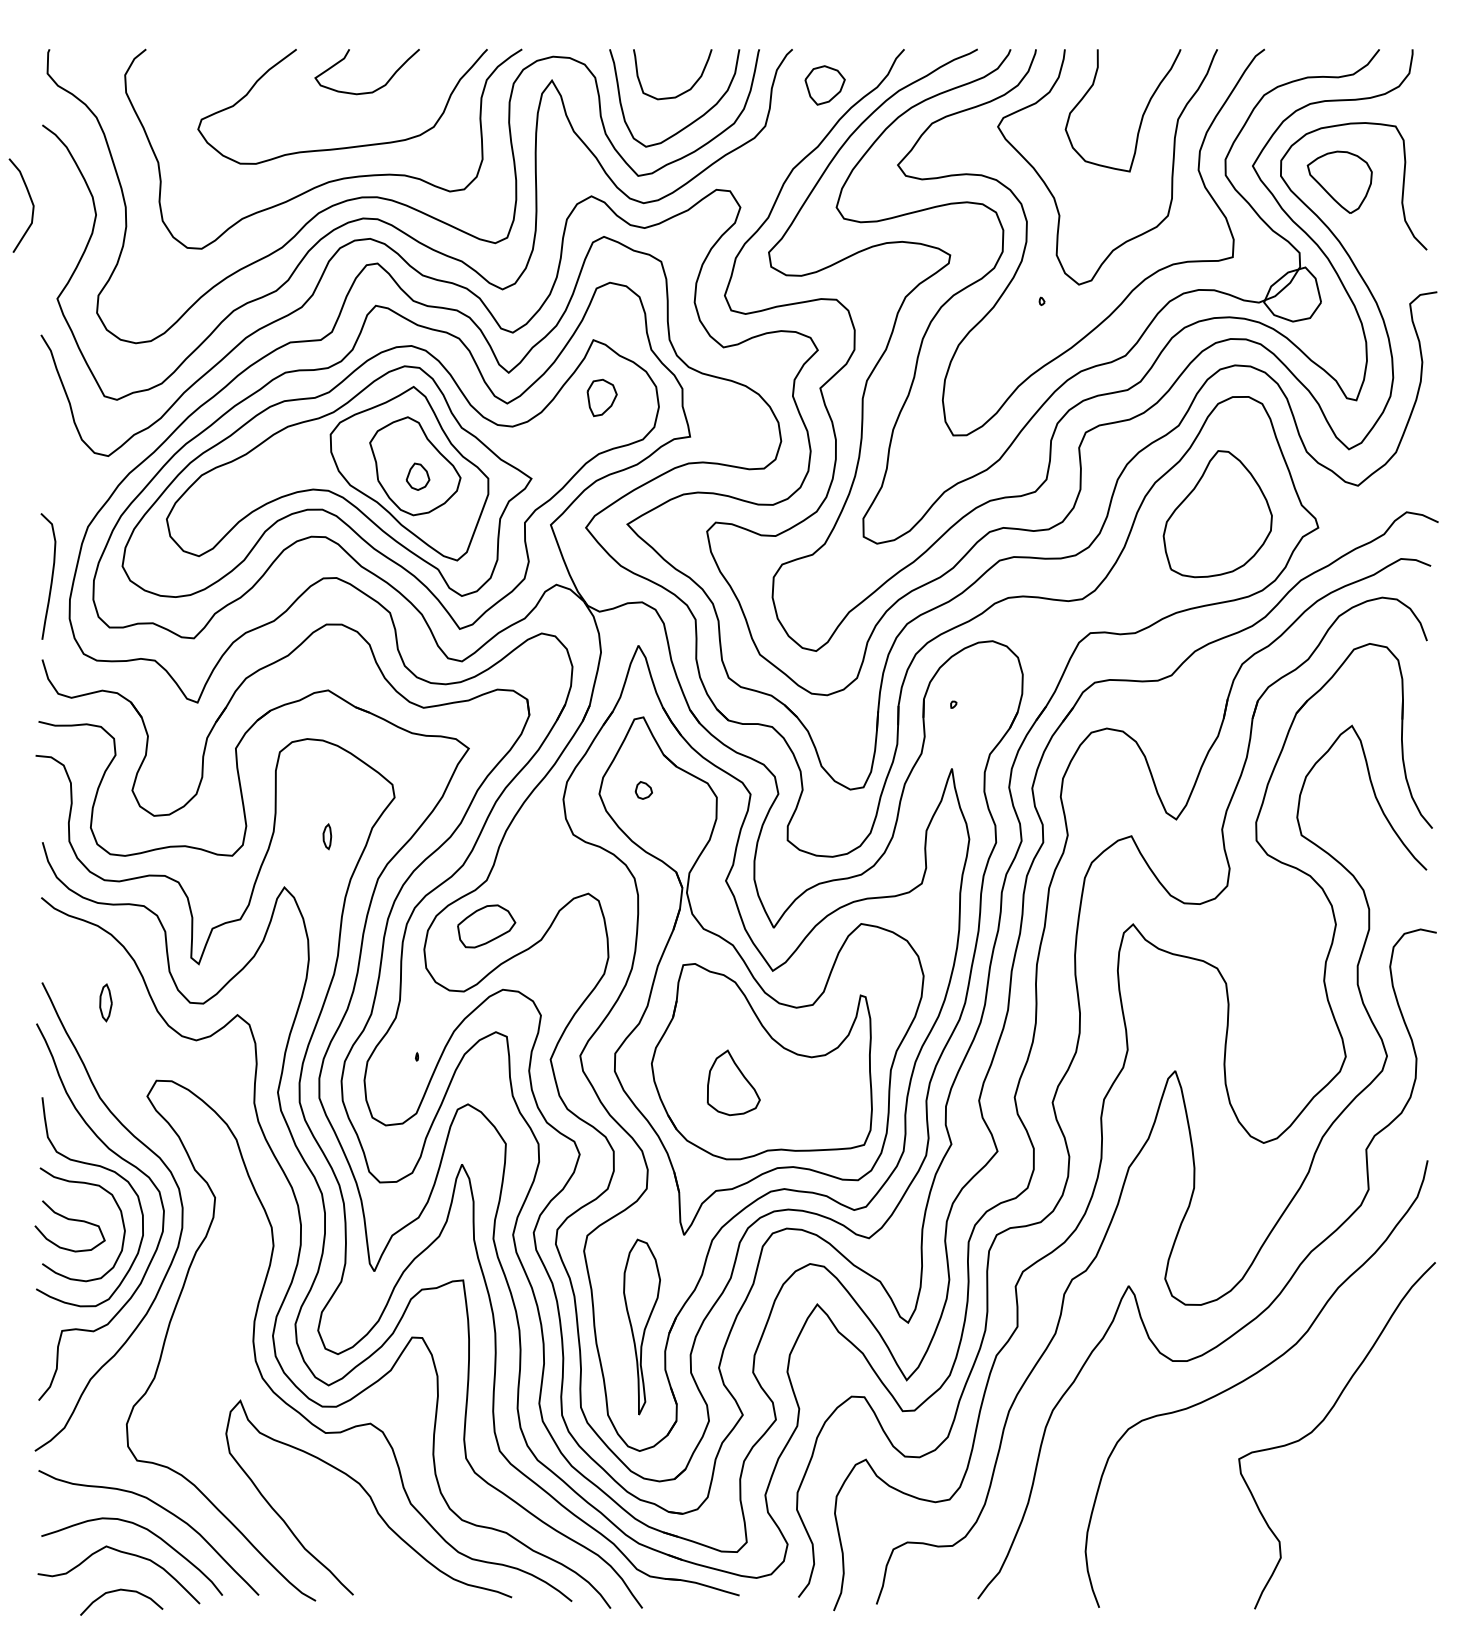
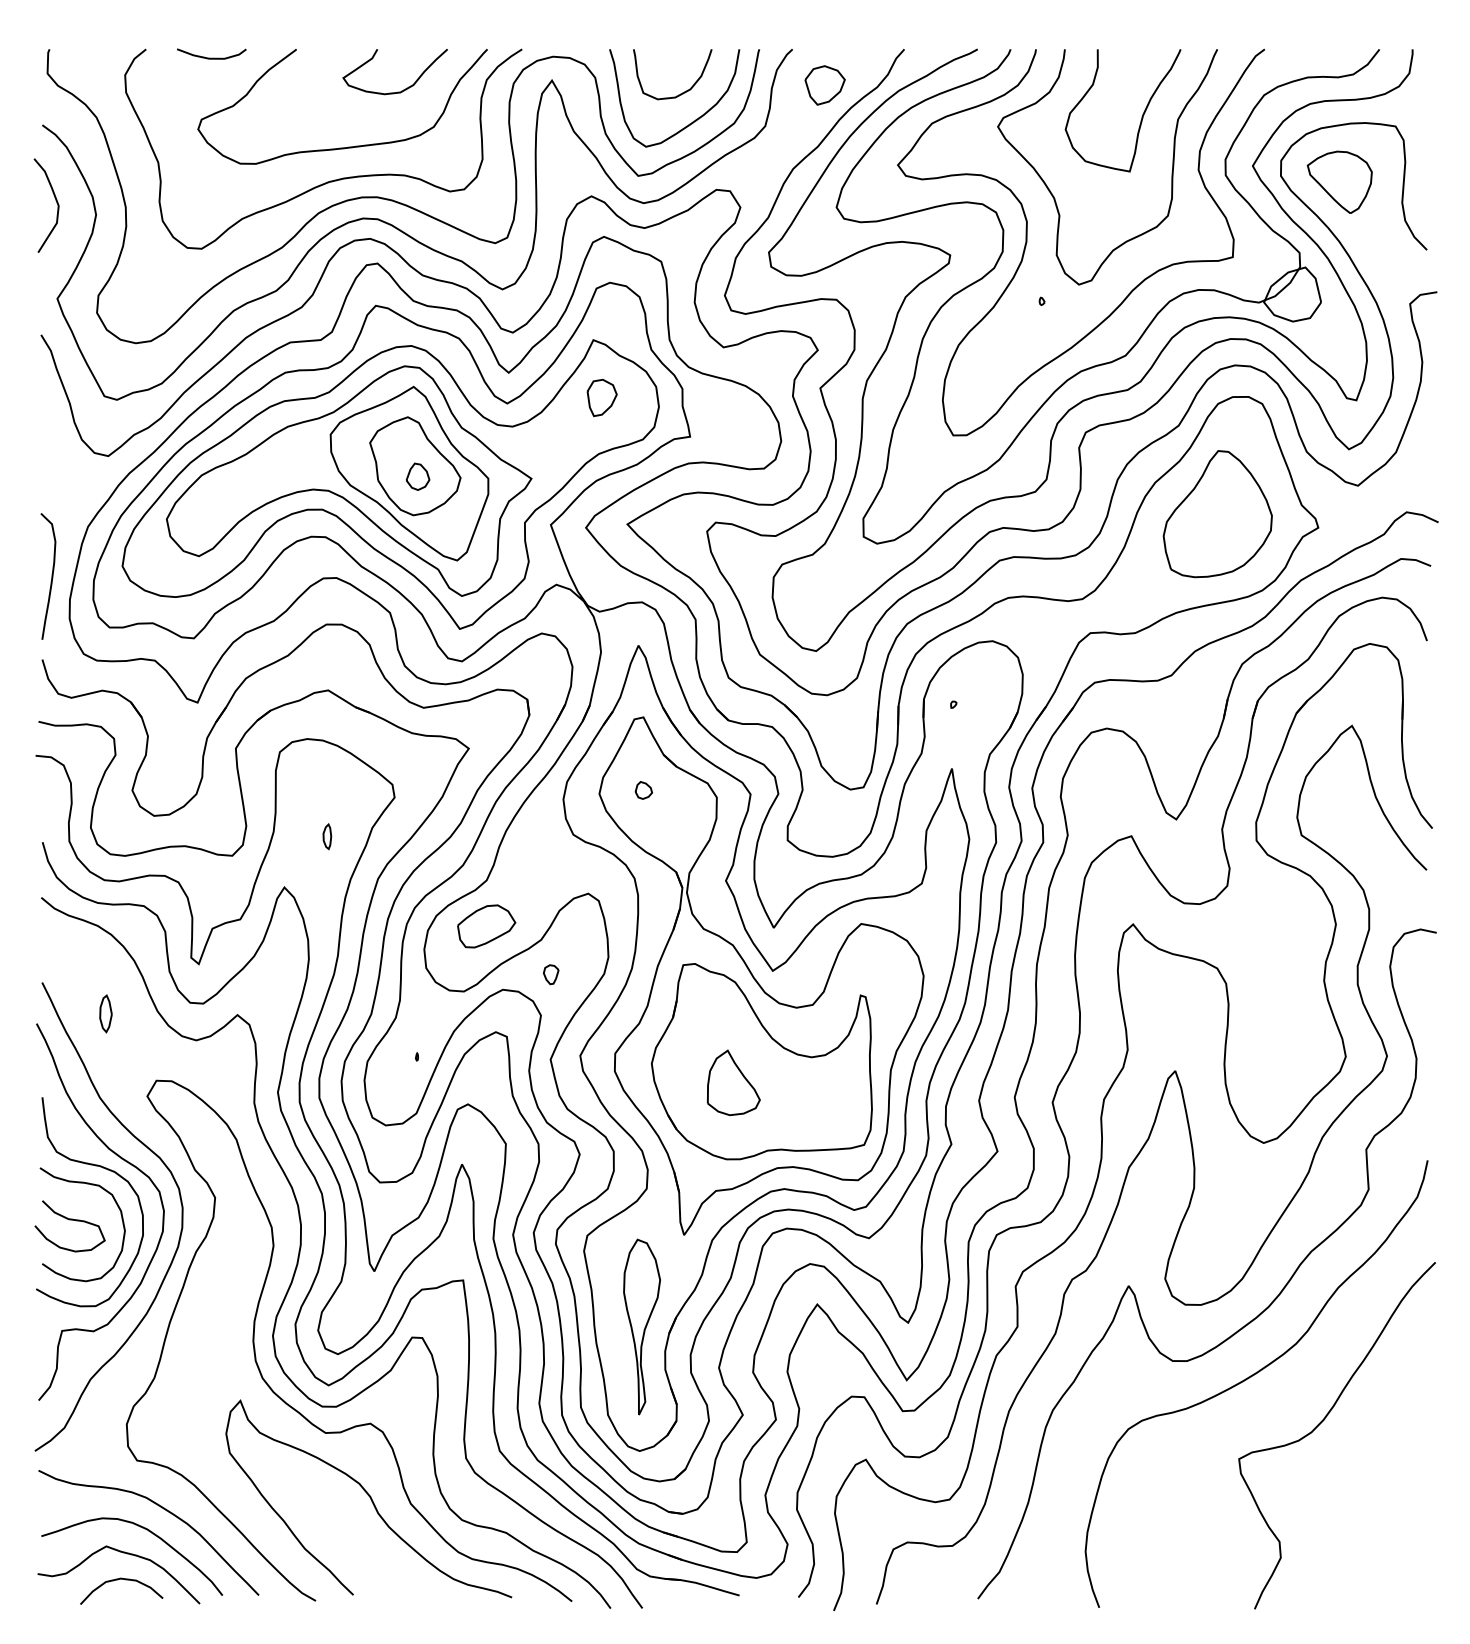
curve at (211, 57): none -> present
curve at (375, 89) position: (375, 89) -> (403, 89)
curve at (31, 203) position: (31, 203) -> (56, 203)
part at (551, 974): none -> present
part at (105, 1002) position: (105, 1002) -> (105, 1013)
curve at (117, 1591) position: (117, 1591) -> (117, 1580)
